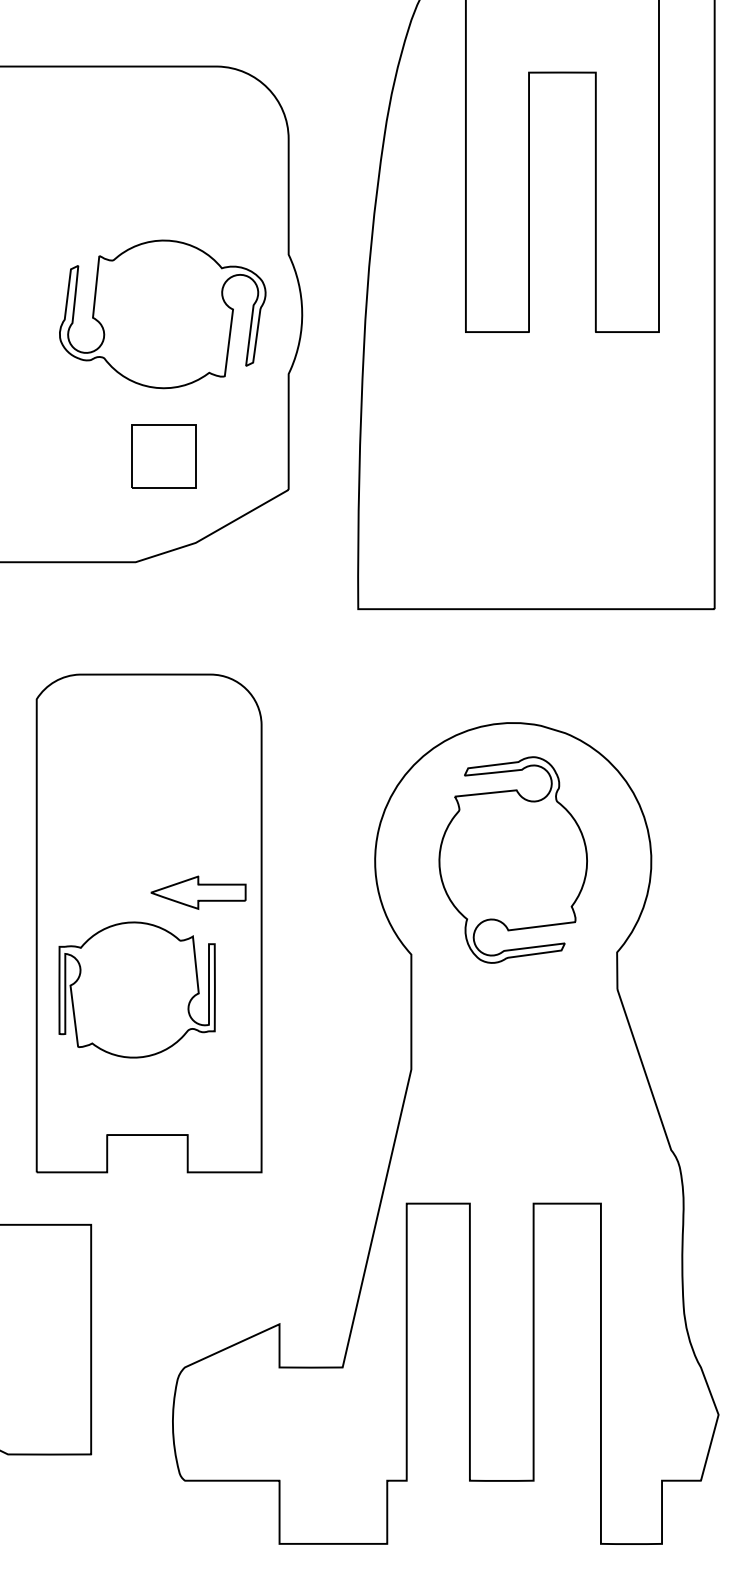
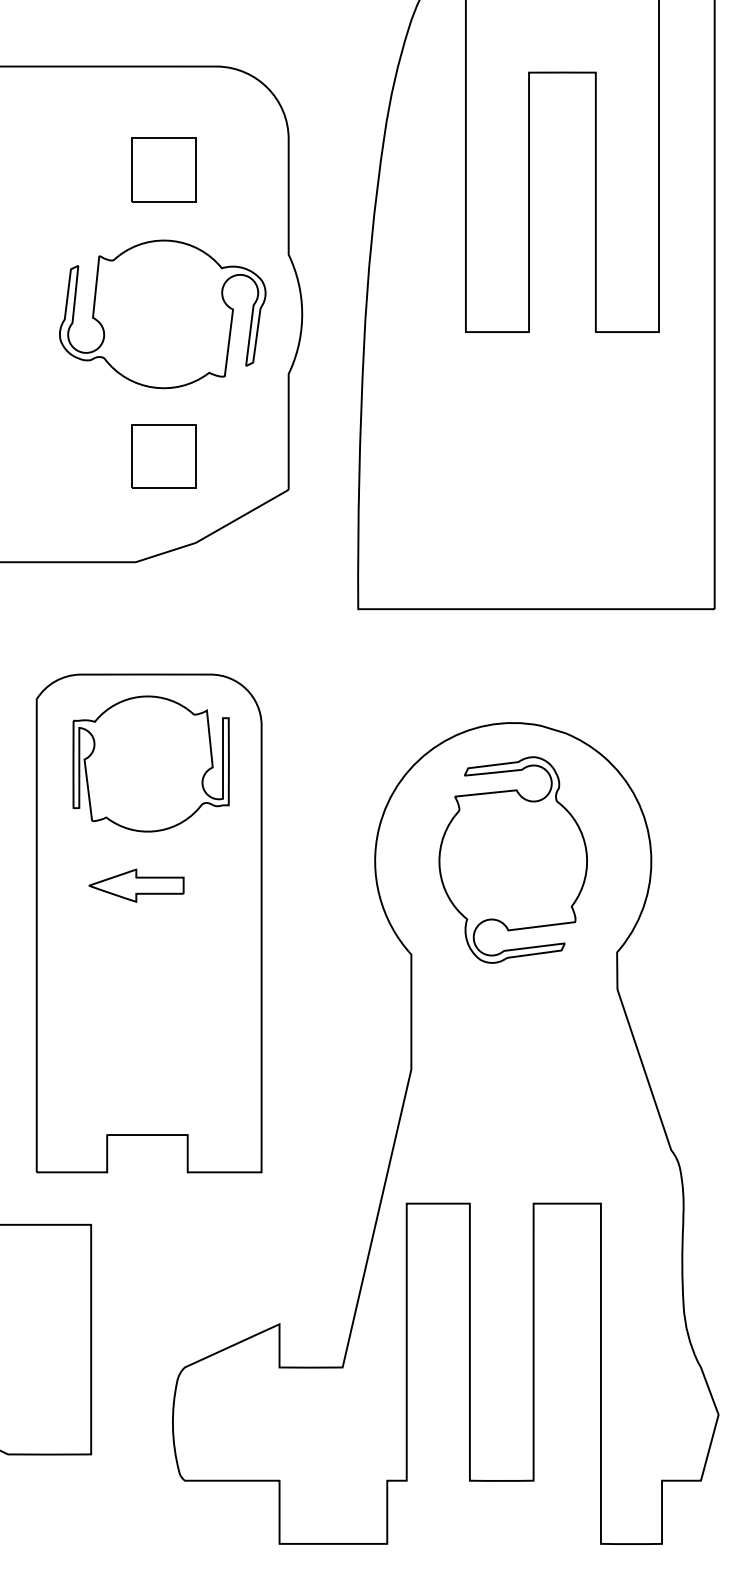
part at (163, 169): none -> present
part at (198, 892) position: (198, 892) -> (136, 885)
part at (136, 989) position: (136, 989) -> (150, 763)
